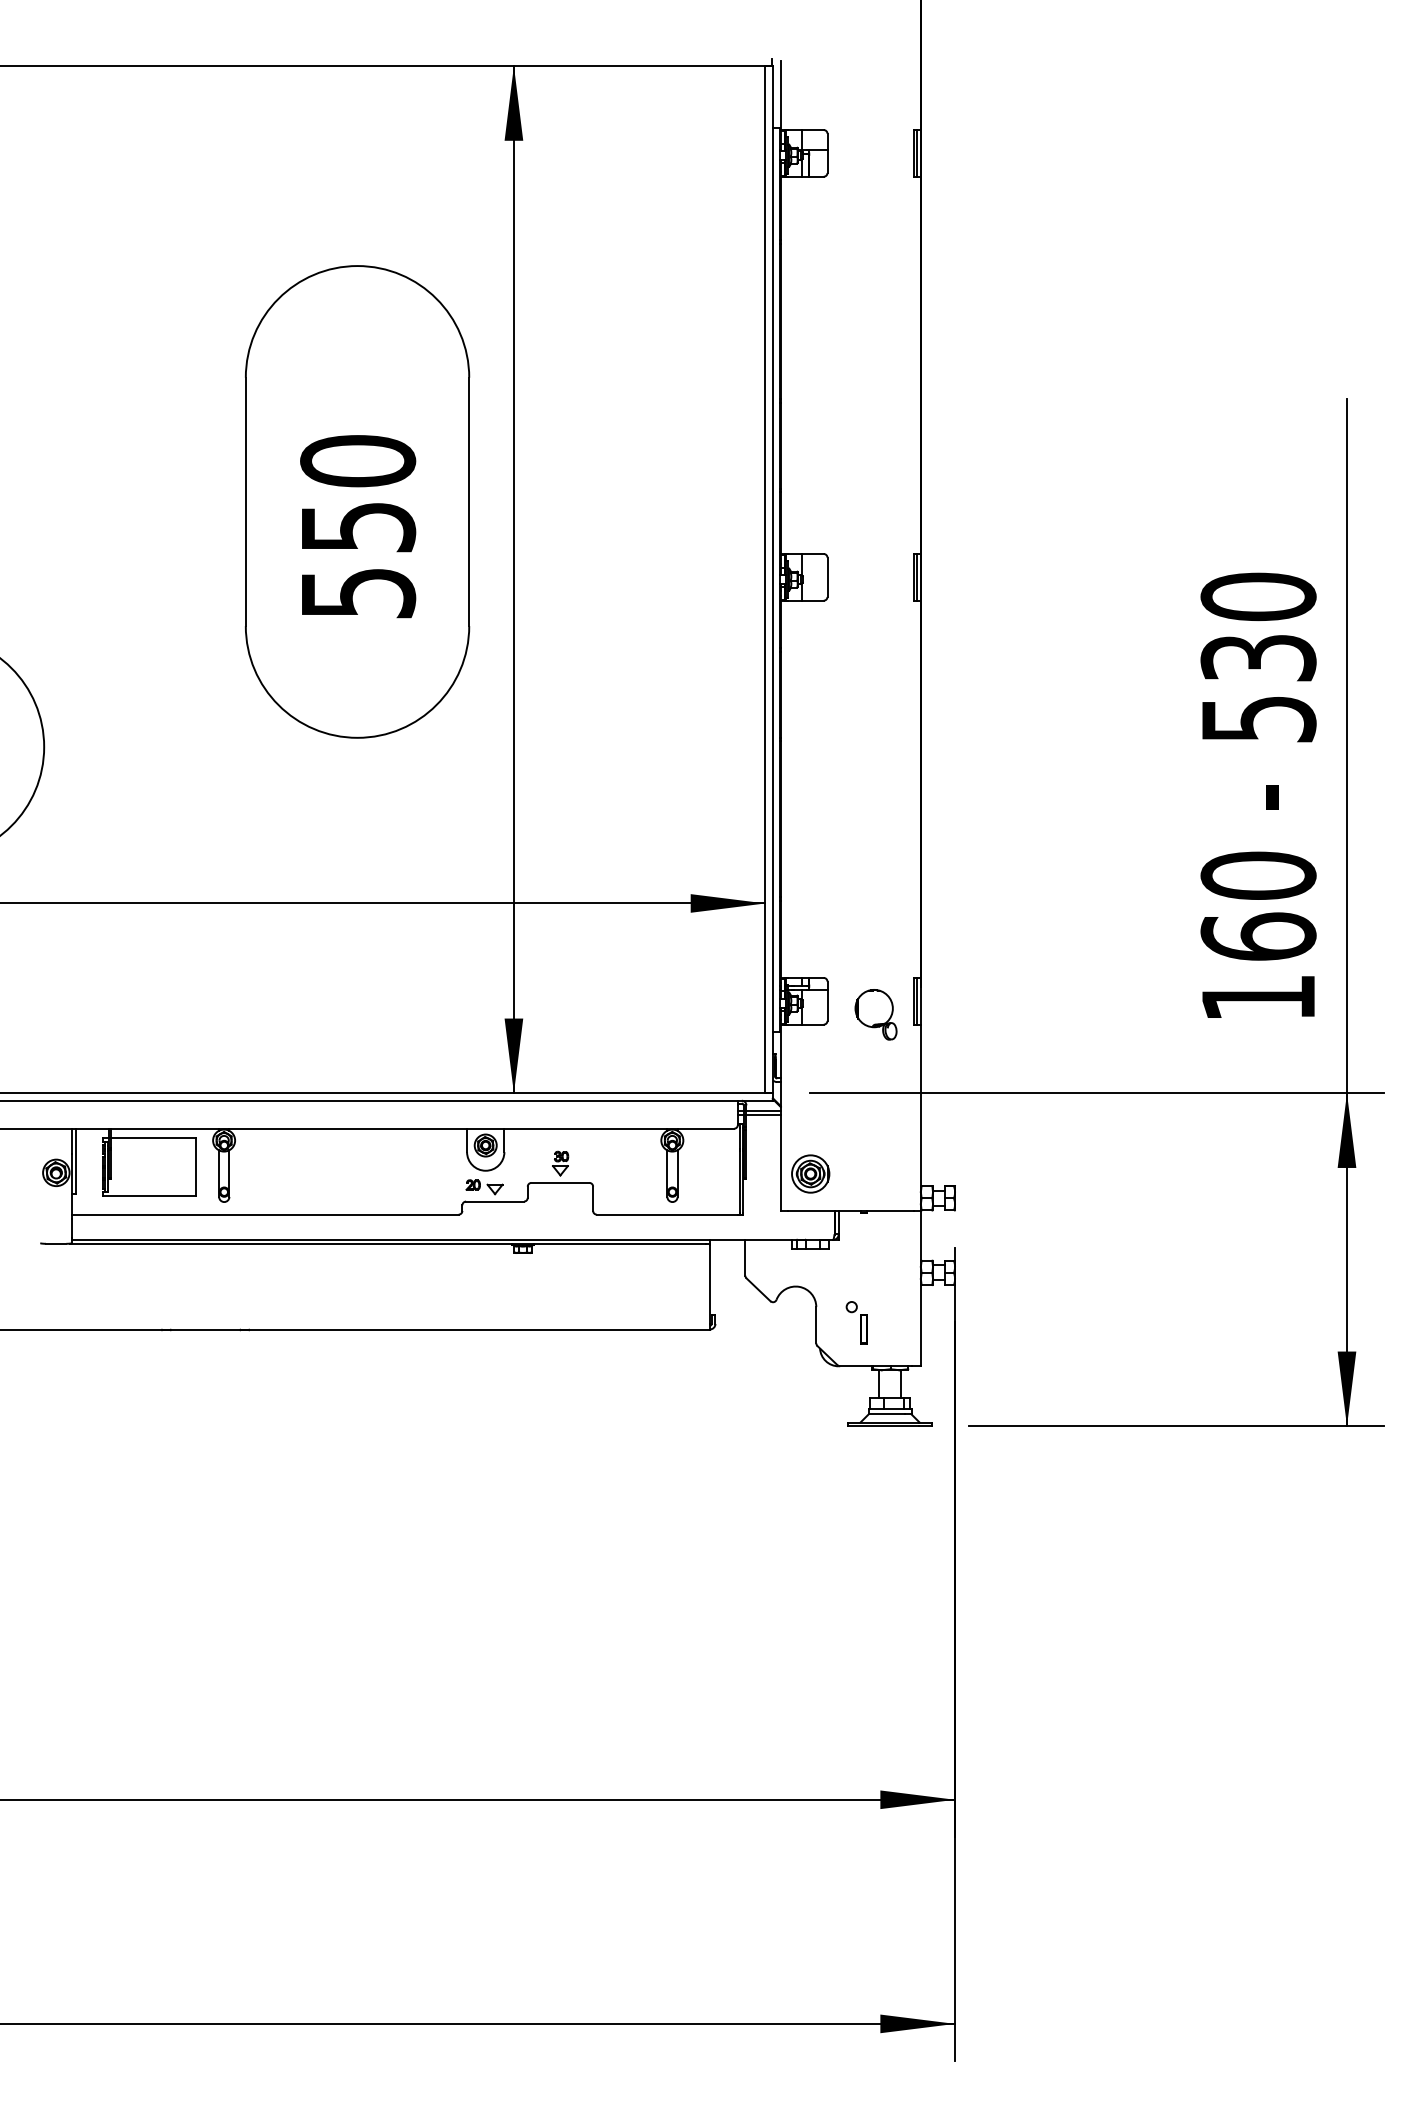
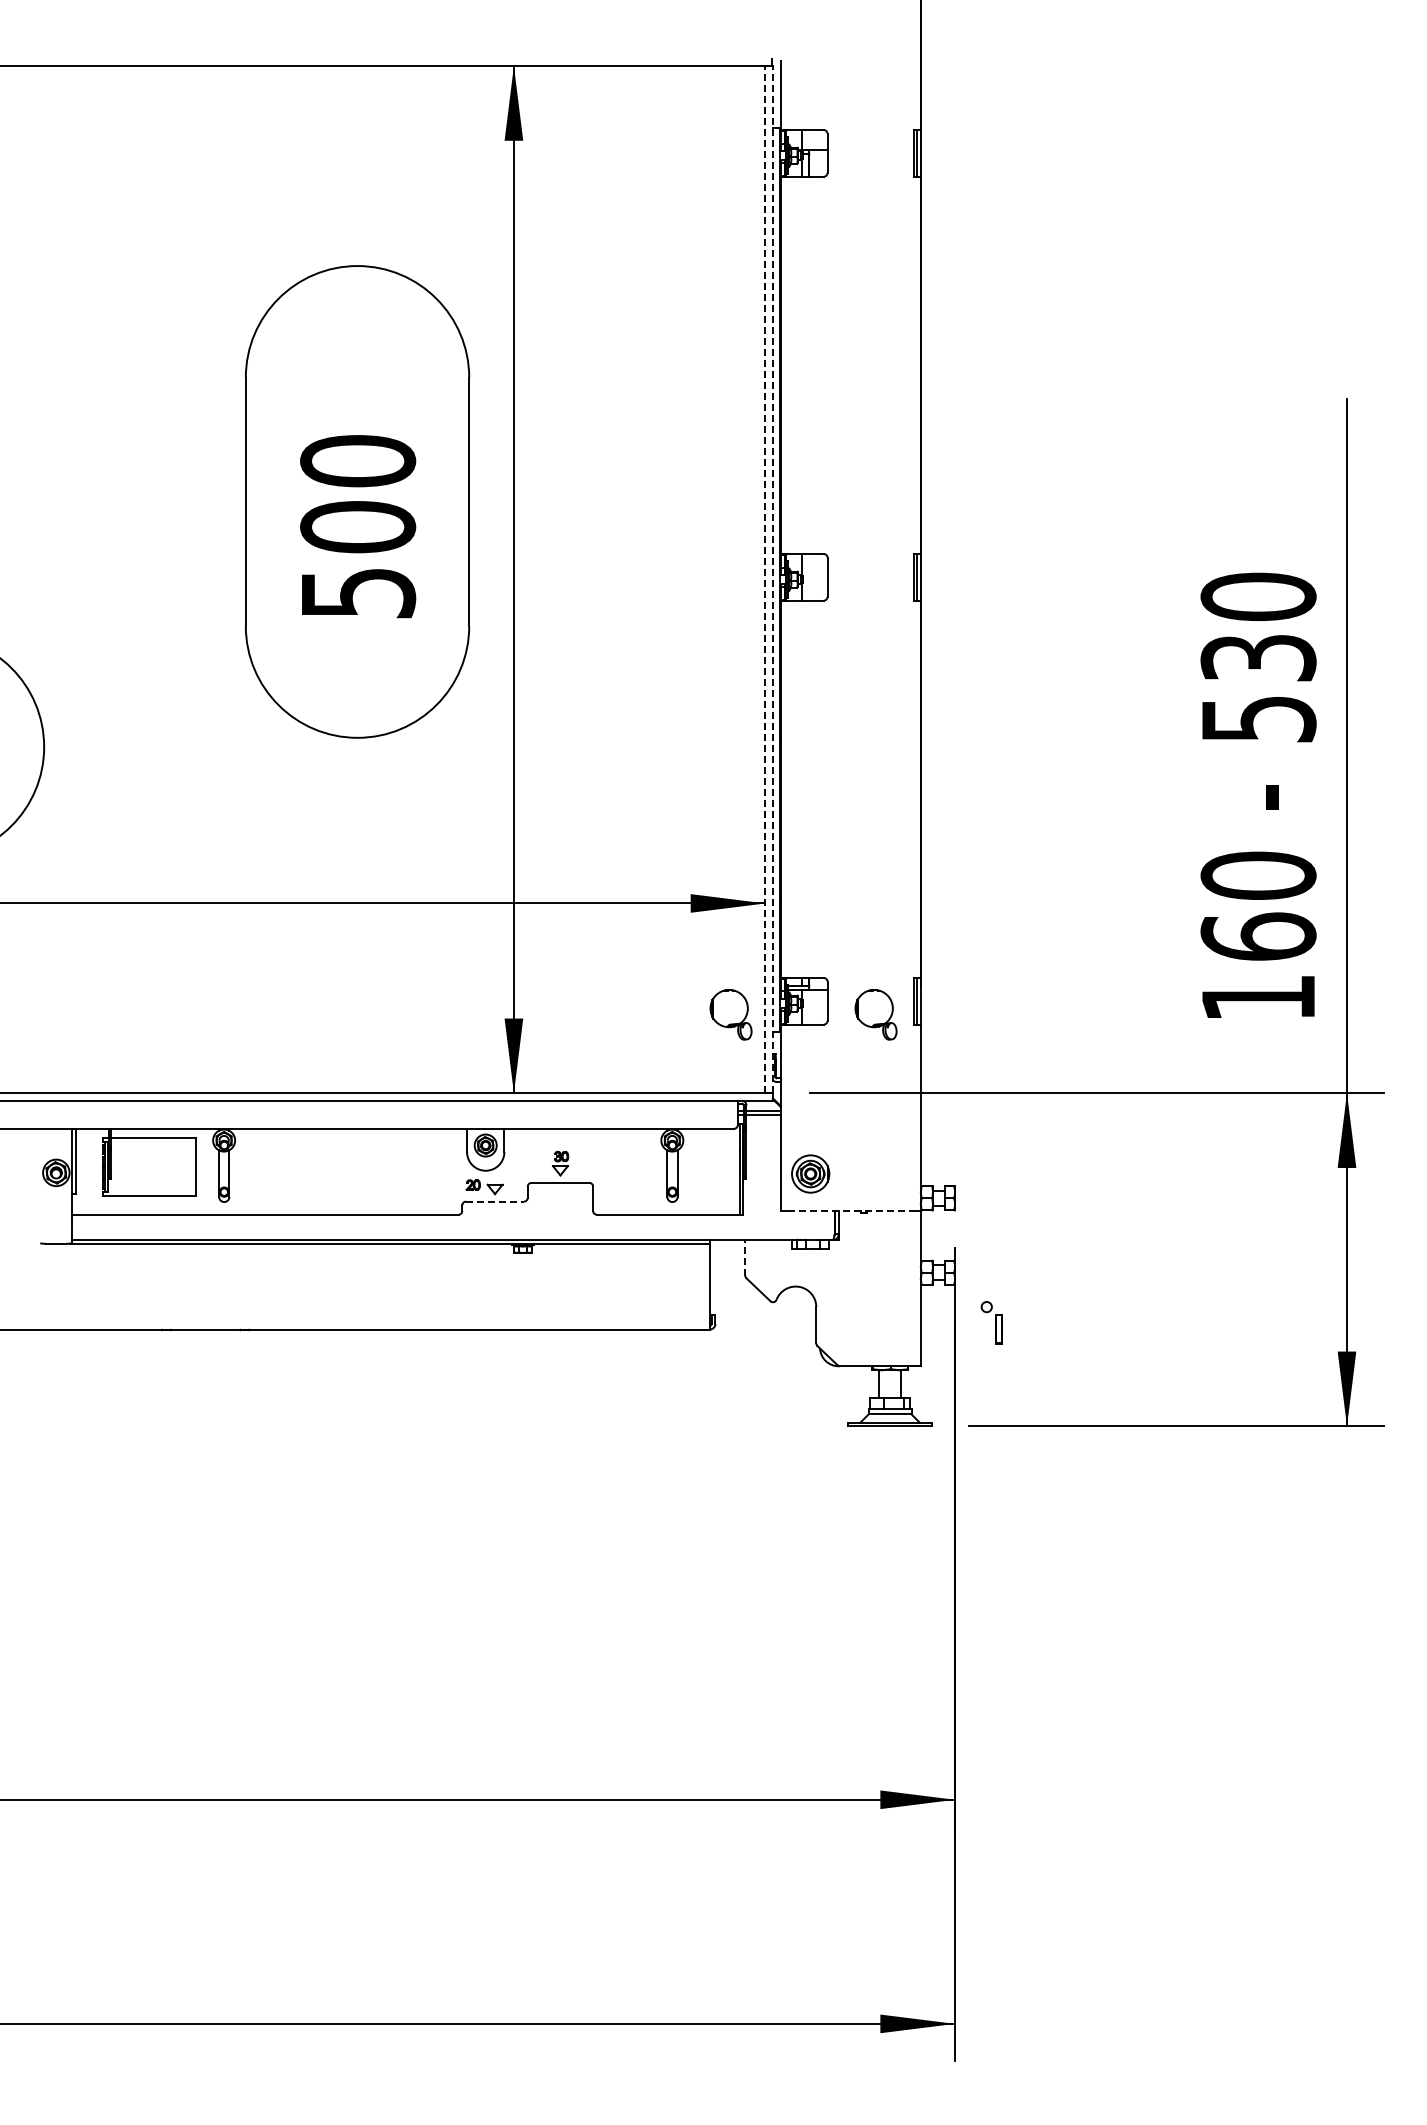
text at (358, 527): 550 -> 500
line at (765, 579): solid -> dashed
line at (772, 579): solid -> dashed
part at (730, 1014): none -> present
line at (495, 1201): solid -> dashed
line at (851, 1211): solid -> dashed
line at (745, 1257): solid -> dashed
part at (856, 1322) position: (856, 1322) -> (991, 1322)
